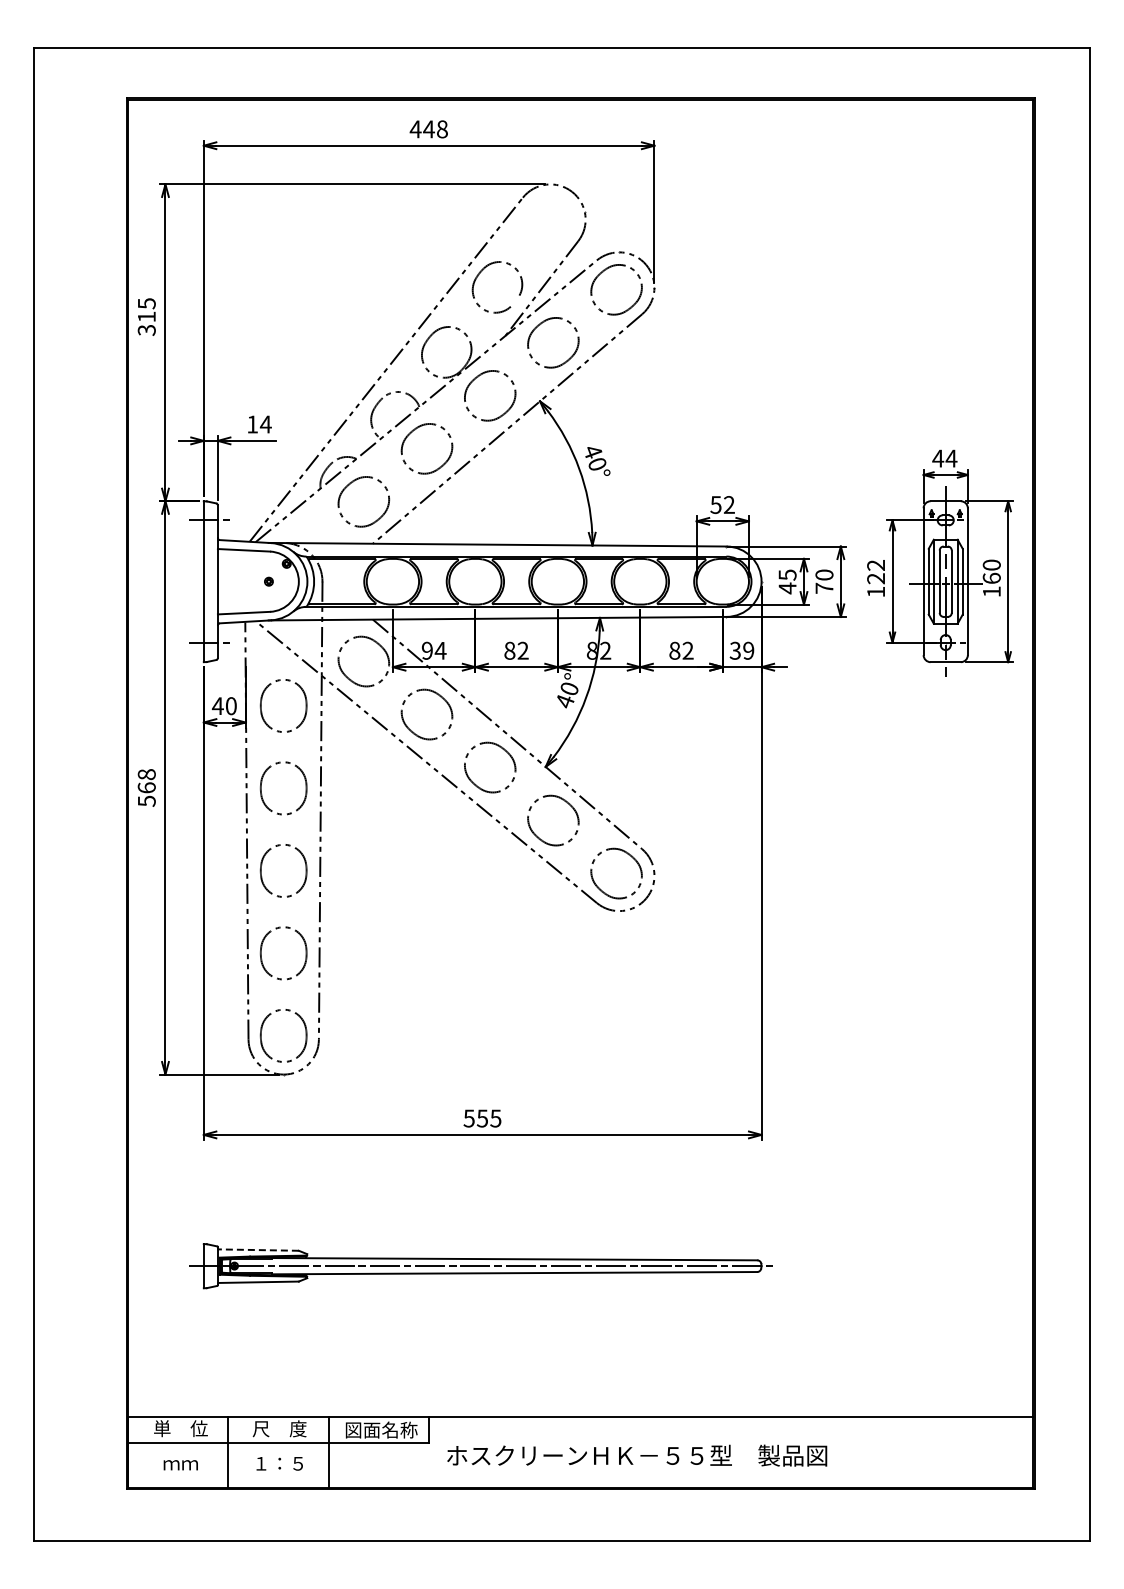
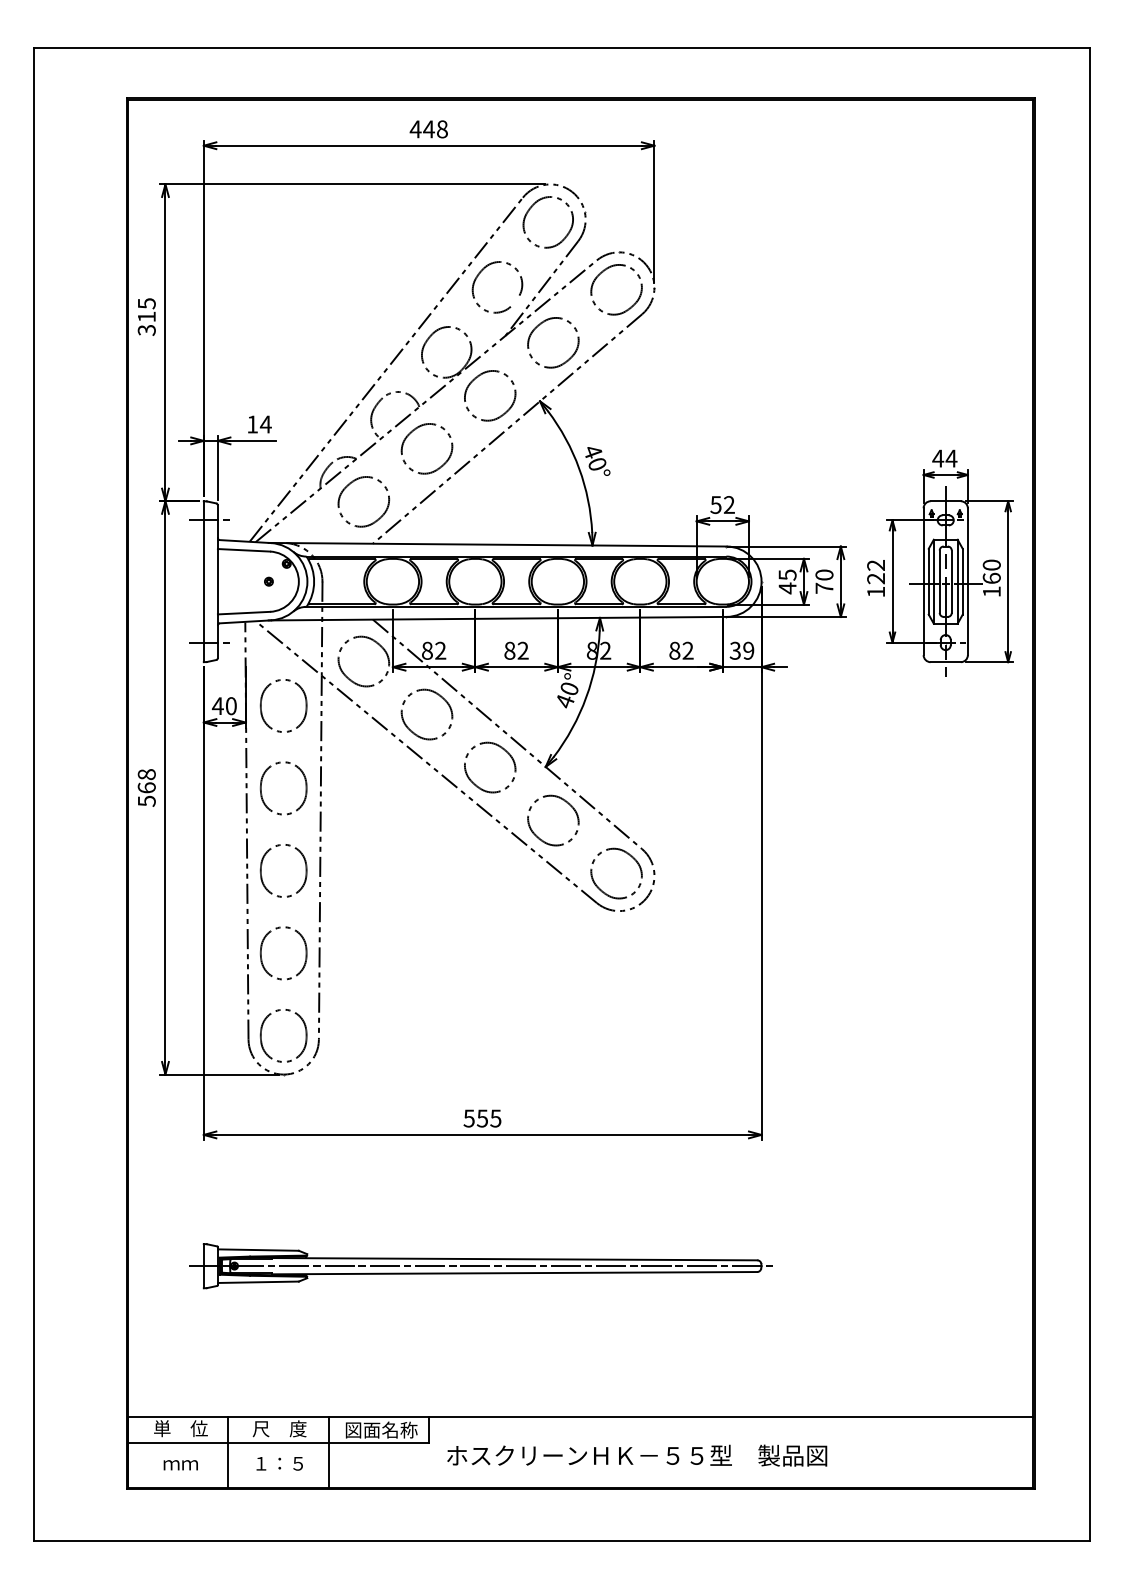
part at (529, 211): none -> present
text at (433, 650): 94 -> 82
line at (258, 1250): dashed -> solid
